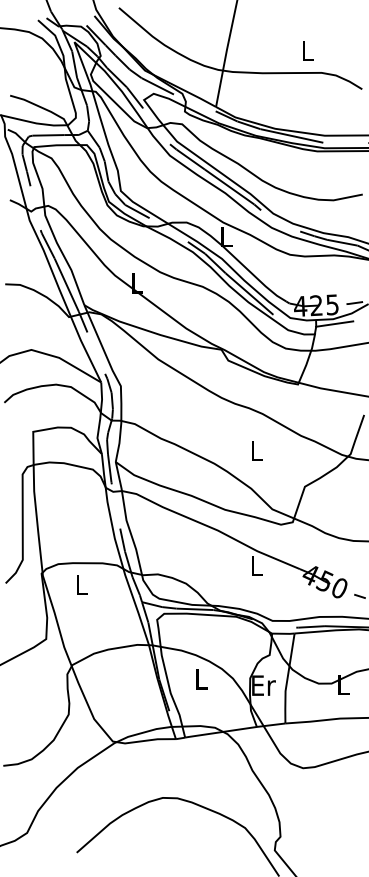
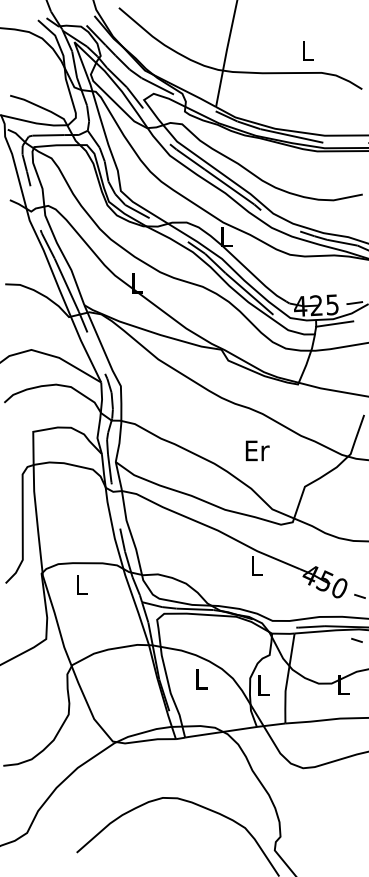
text at (257, 450): L -> Er
line at (356, 639): none -> present
text at (263, 685): Er -> L
